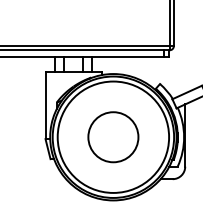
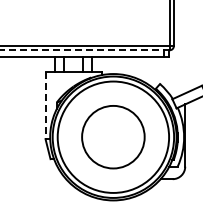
line at (85, 50): solid -> dashed
line at (45, 105): solid -> dashed
circle at (113, 137) size: 53x53 px -> 65x65 px
